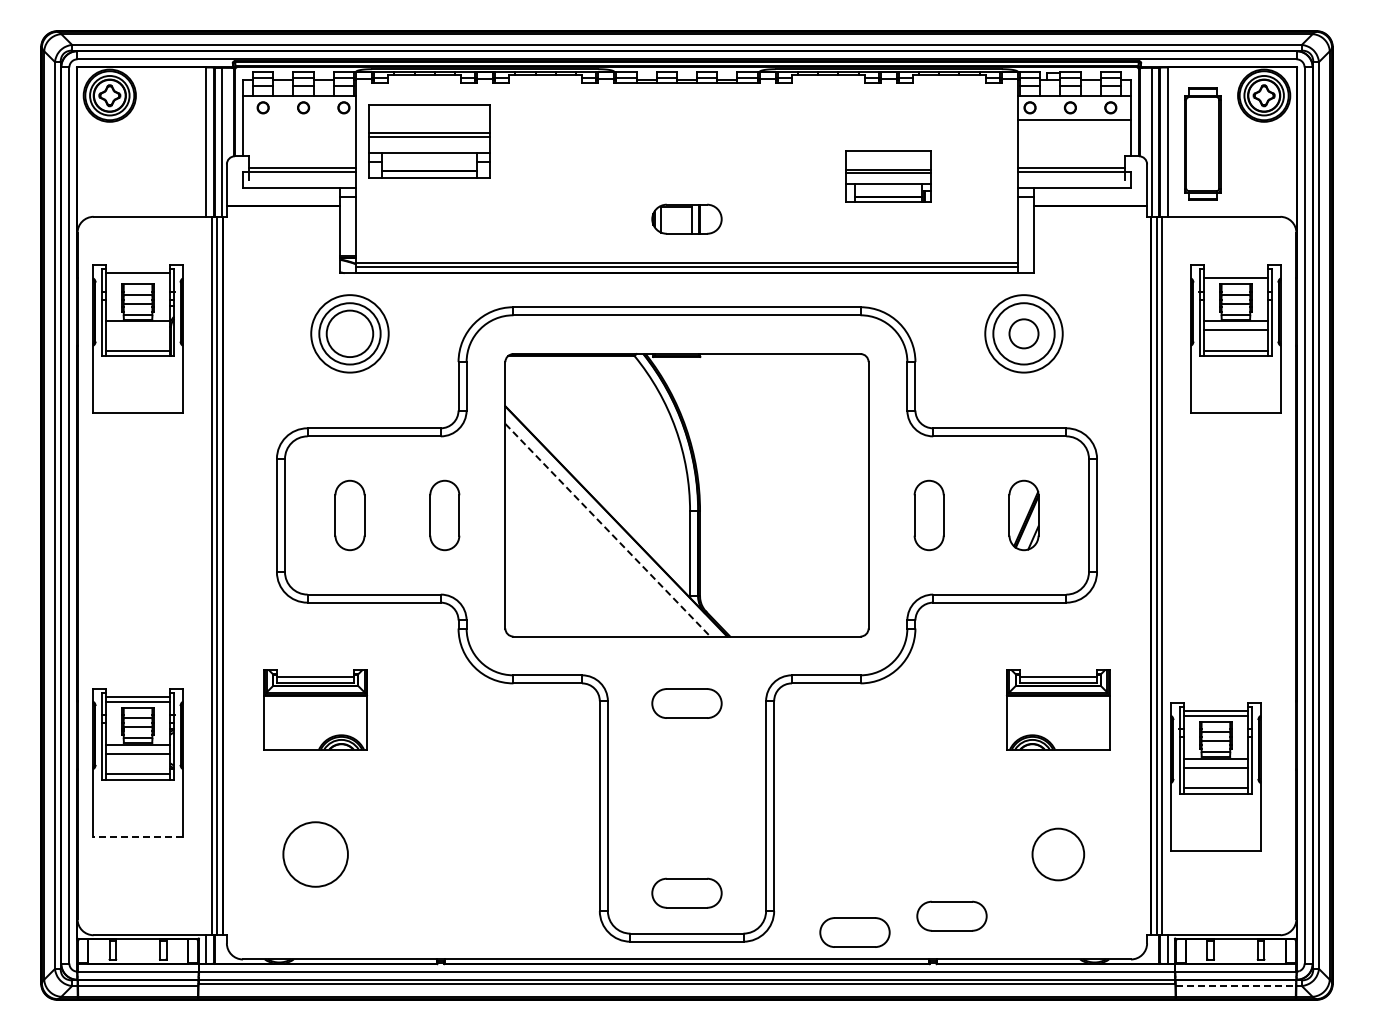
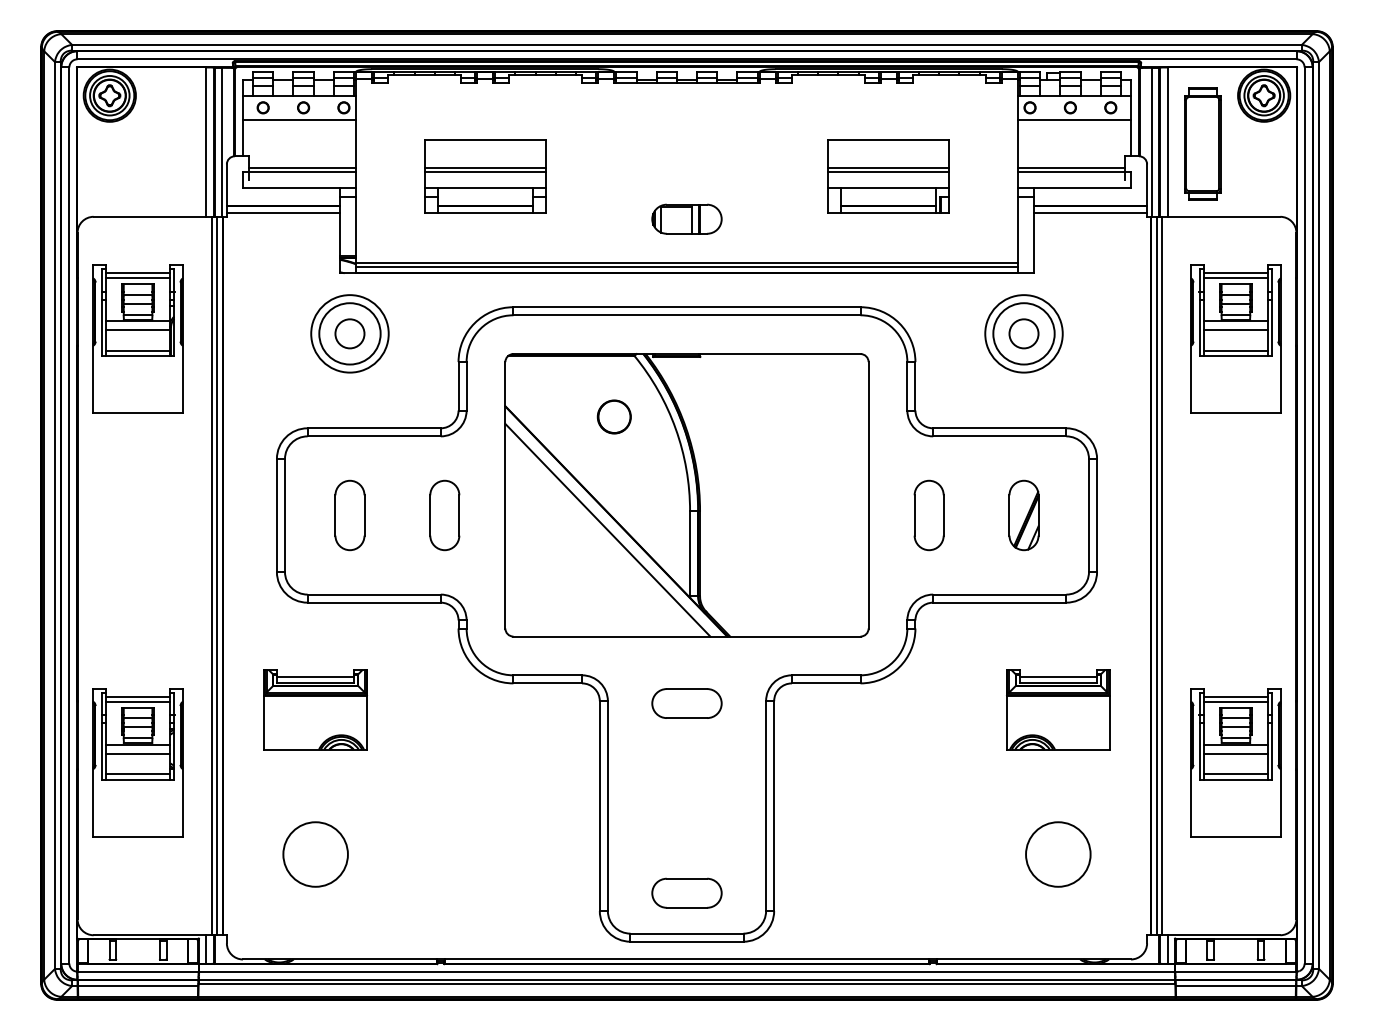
line at (299, 119): none -> present
part at (429, 141) position: (429, 141) -> (485, 176)
part at (888, 176) size: 87x53 px -> 123x75 px
line at (282, 212): none -> present
line at (1090, 212): none -> present
line at (1235, 273): none -> present
line at (137, 277): none -> present
line at (137, 330): none -> present
circle at (349, 333) diameter: 46 px -> 29 px
circle at (613, 416): none -> present
line at (607, 530): dashed -> solid
part at (1215, 776) position: (1215, 776) -> (1235, 762)
line at (137, 836): dashed -> solid
circle at (1058, 854) size: 55x55 px -> 67x67 px
part at (951, 915): present -> none
part at (854, 932): present -> none
line at (1236, 986): dashed -> solid
